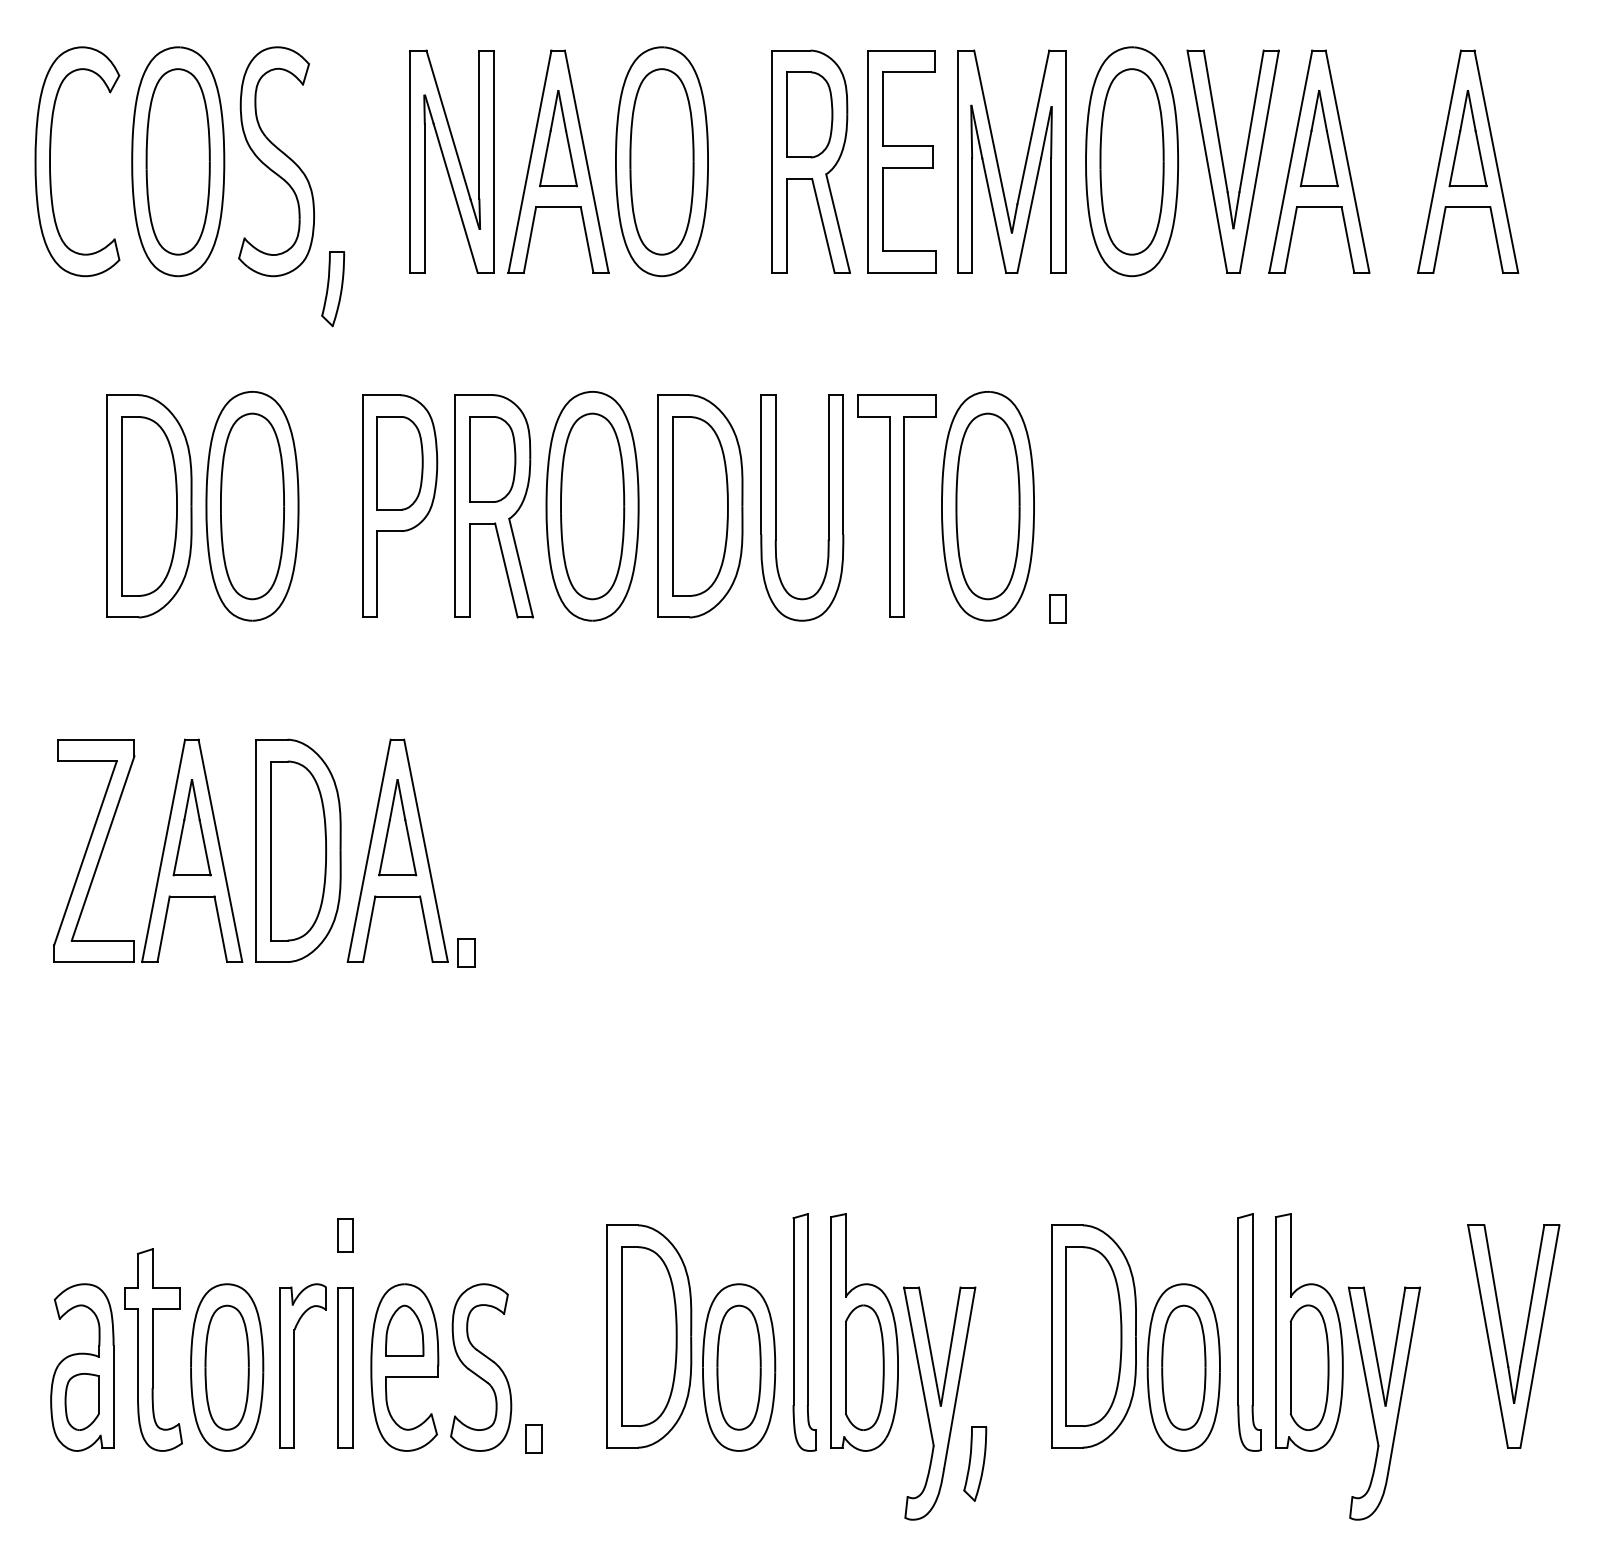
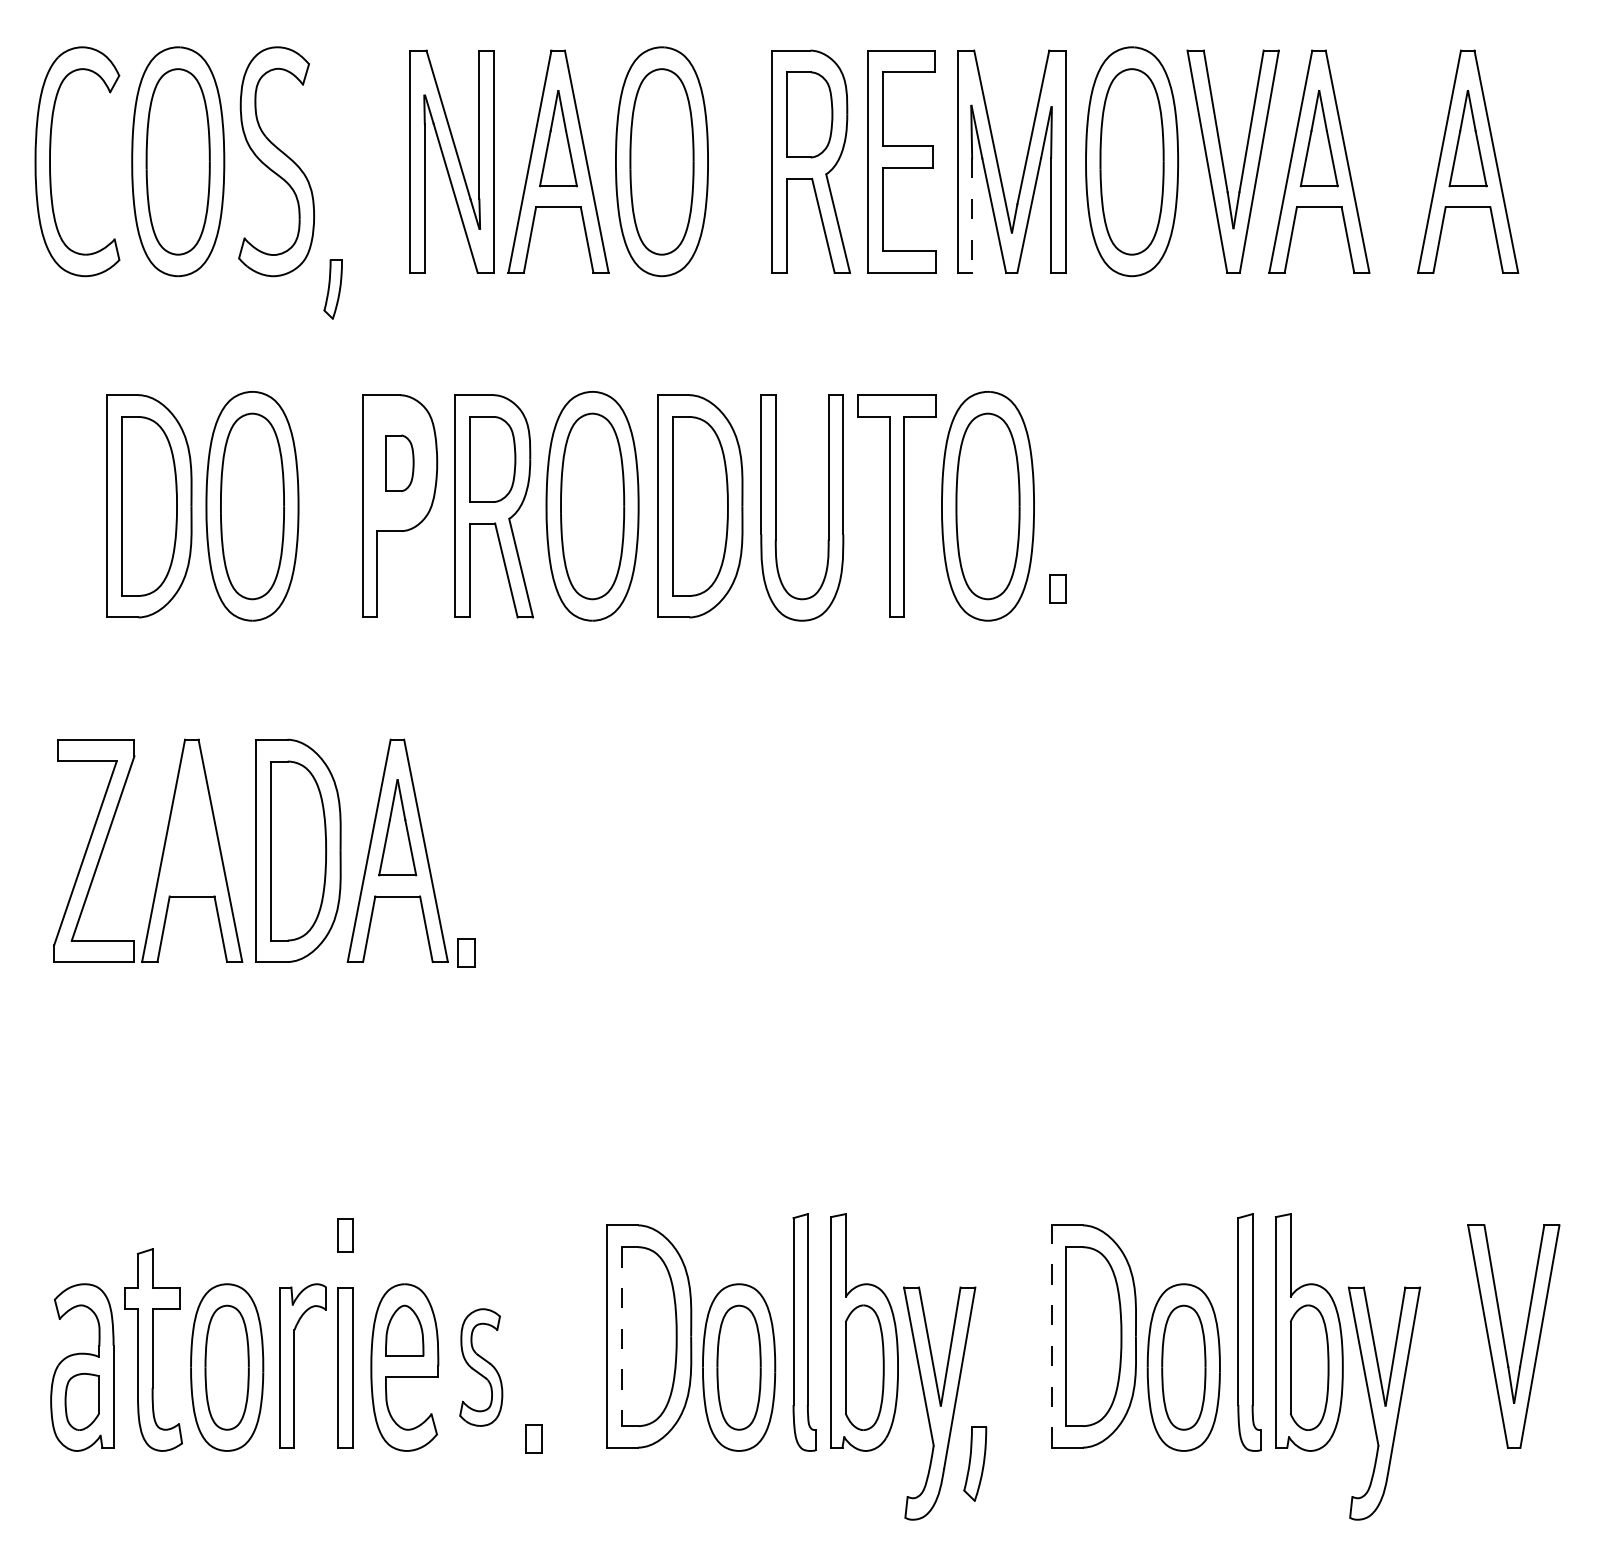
line at (972, 216): solid -> dashed
part at (333, 289) size: 25x77 px -> 20x61 px
part at (399, 463) size: 48x95 px -> 30x58 px
part at (1057, 608) position: (1057, 608) -> (1057, 588)
part at (191, 827): present -> none
line at (1051, 1336): solid -> dashed
line at (621, 1337): solid -> dashed
part at (481, 1367) size: 63x169 px -> 45x119 px
